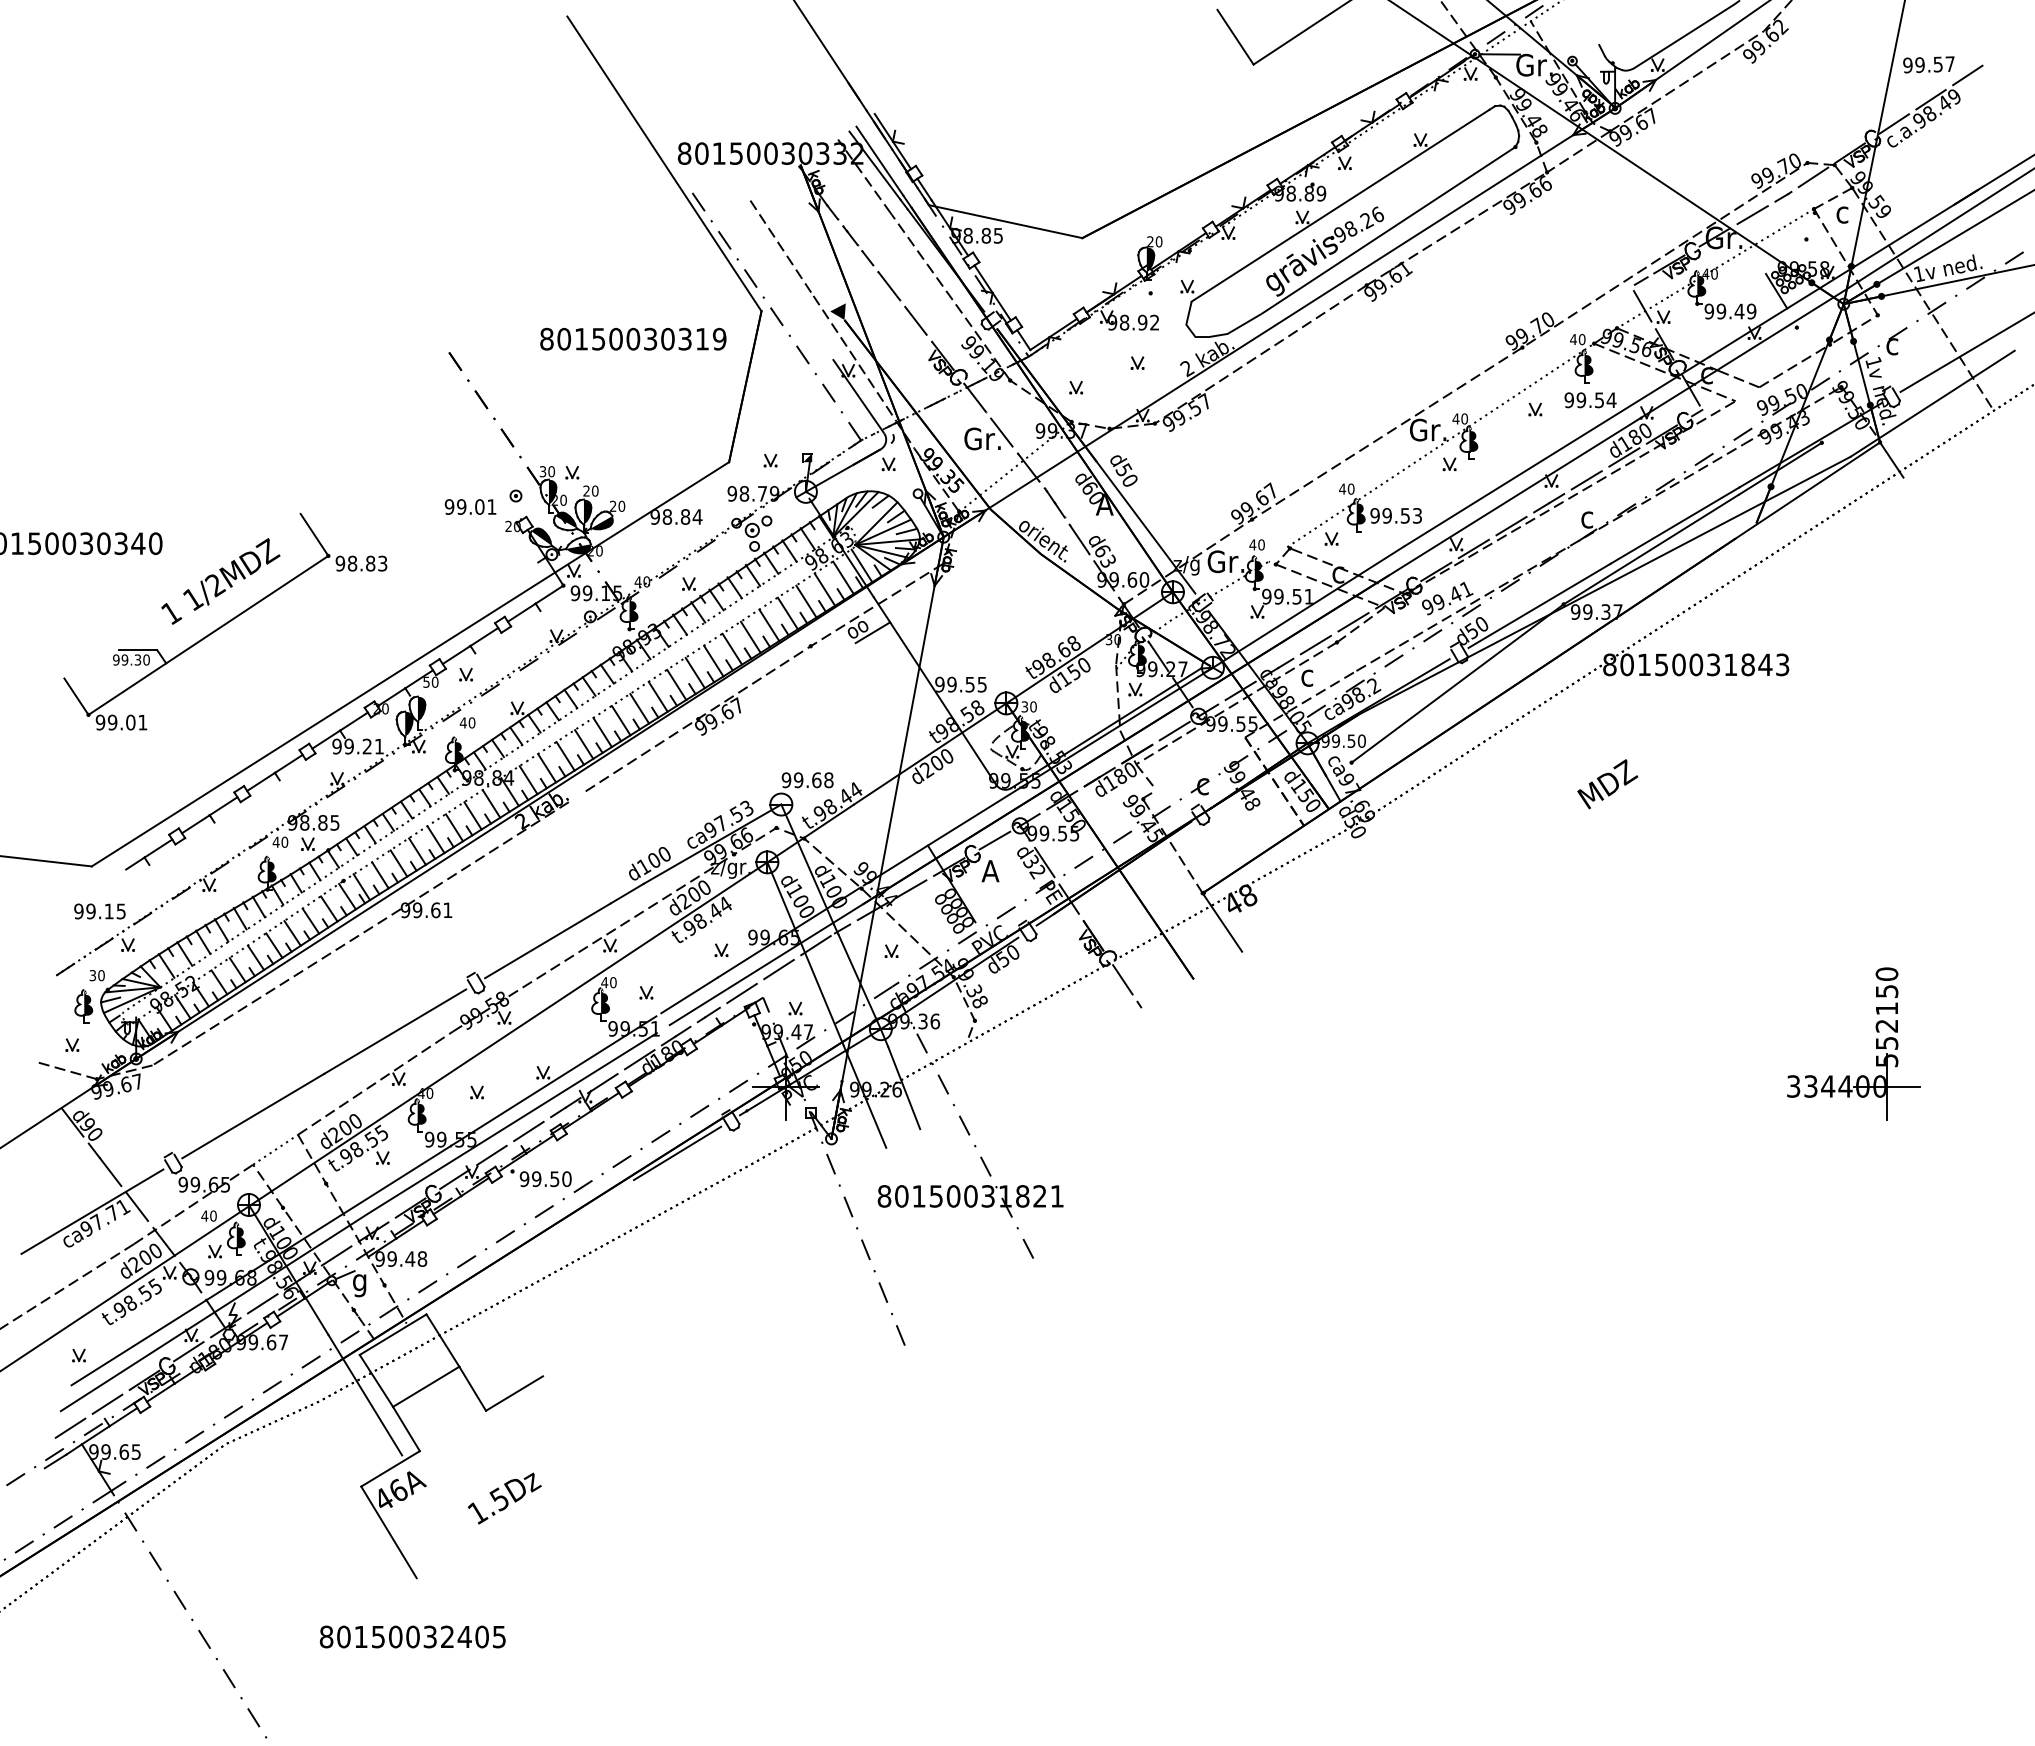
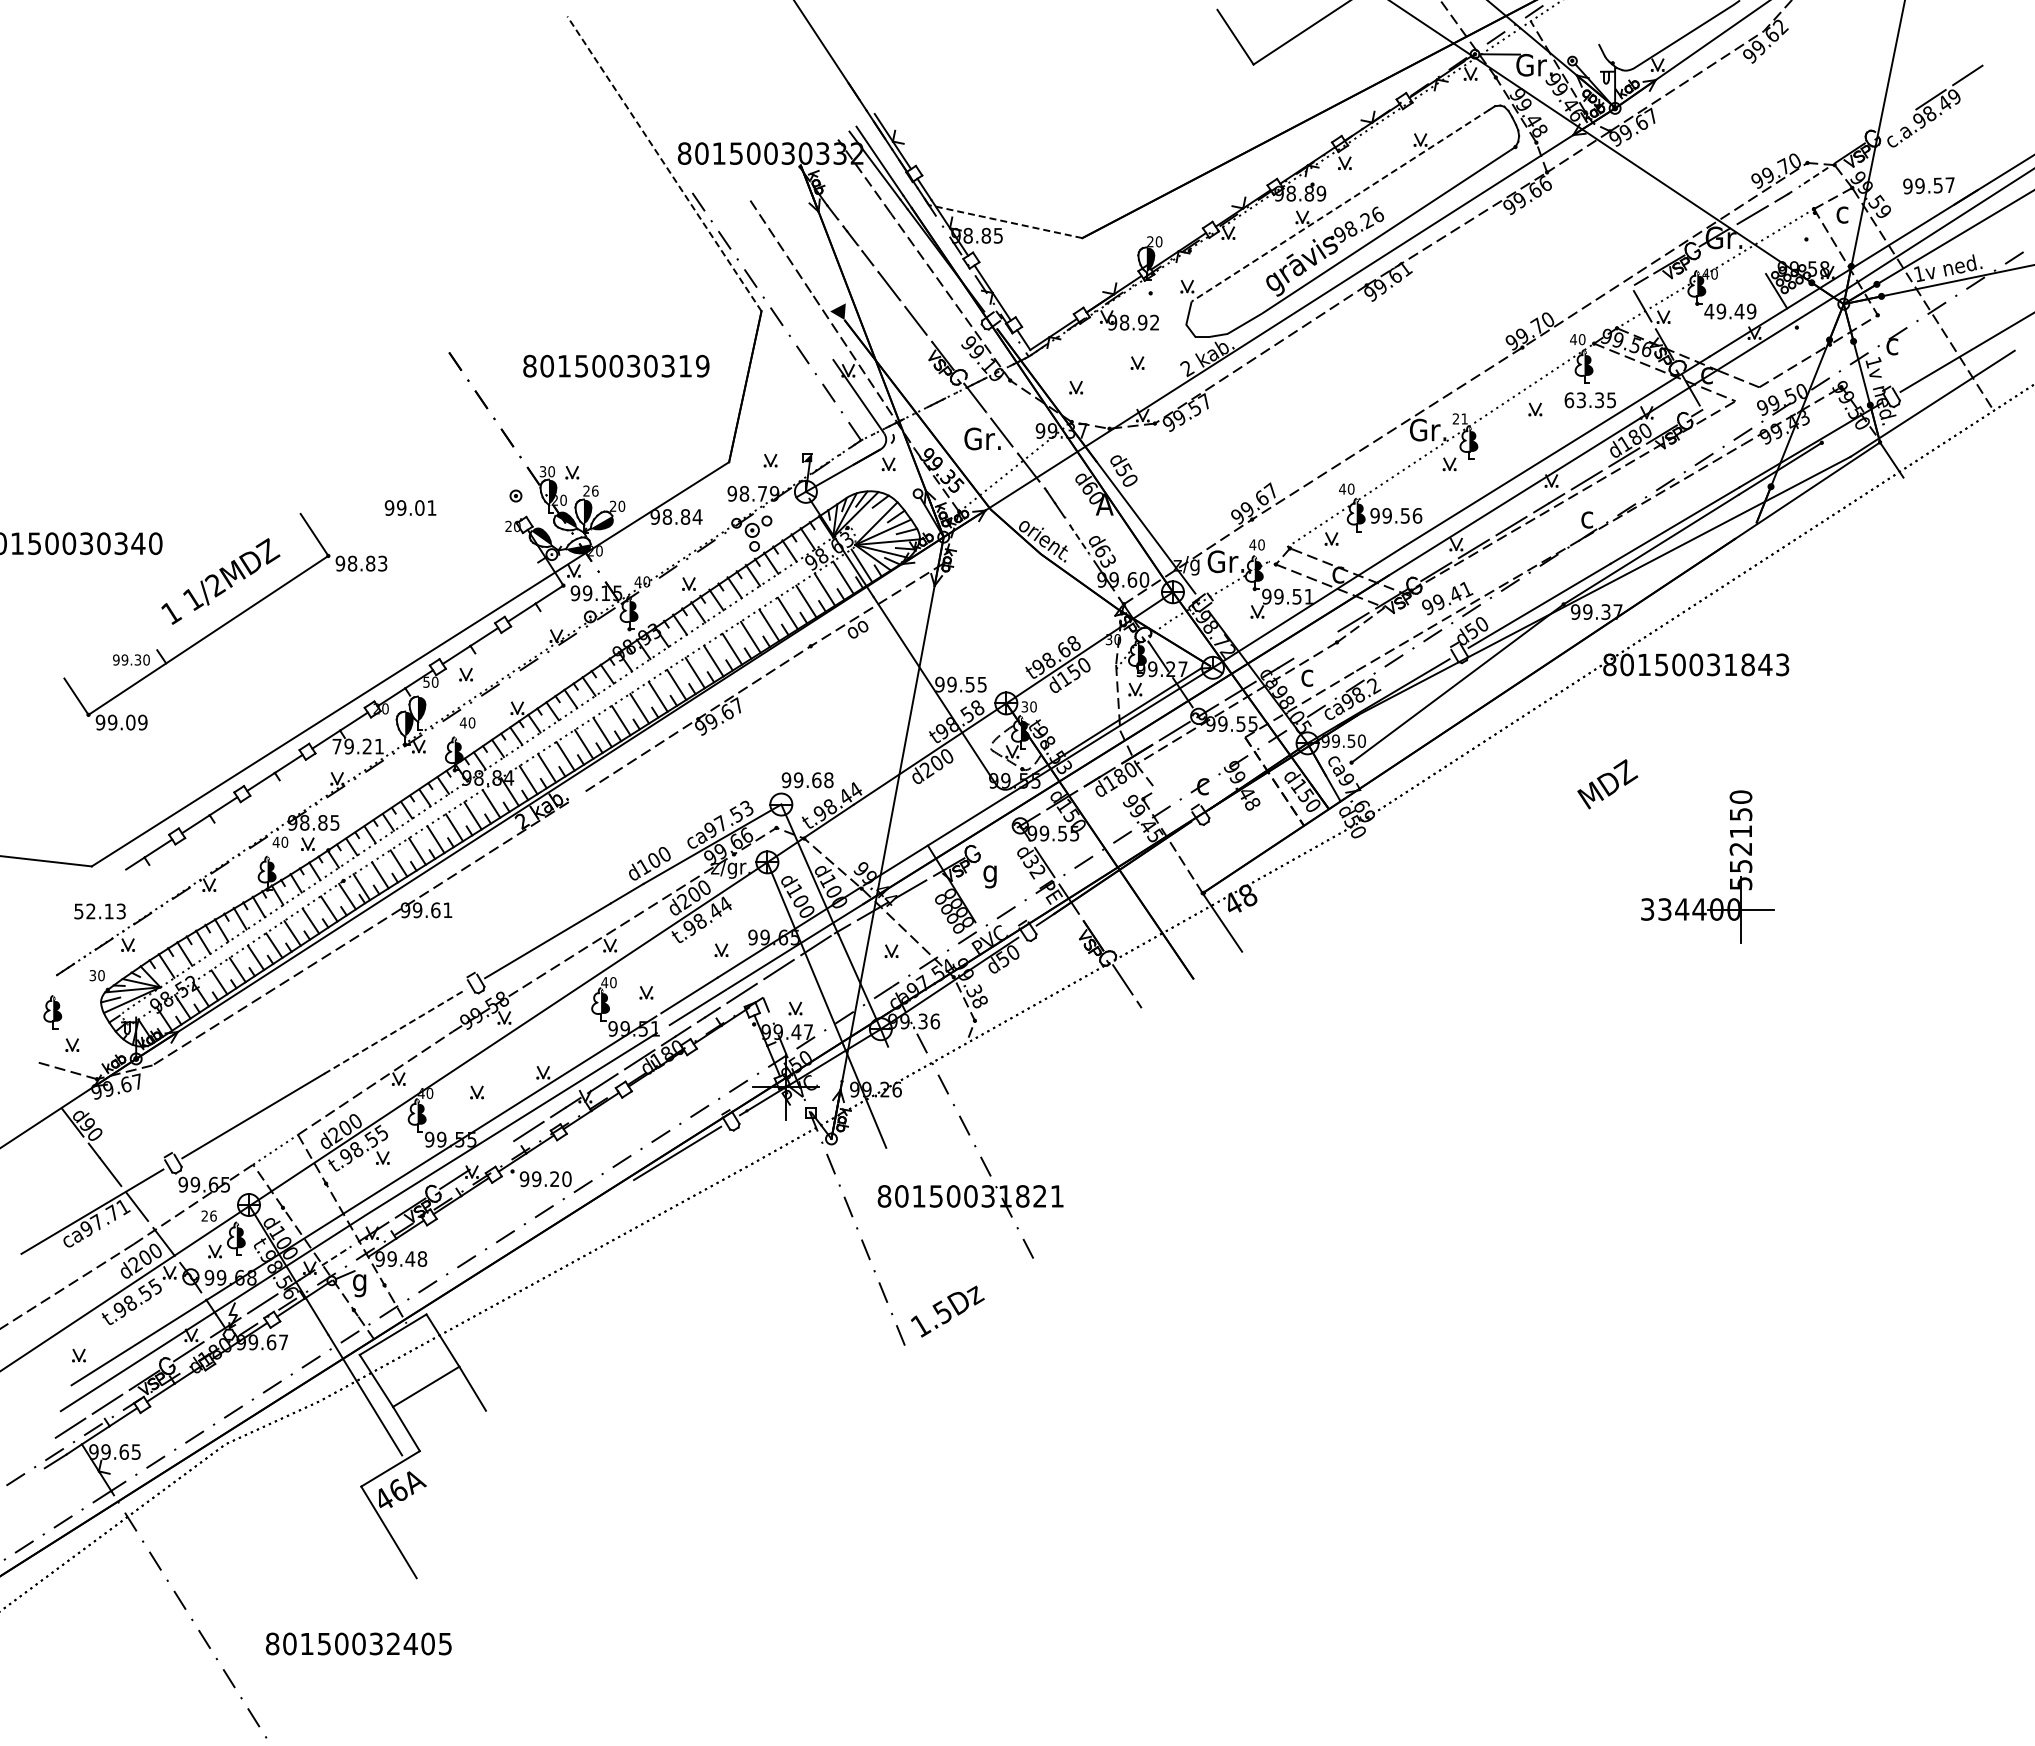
text at (1928, 64) position: (1928, 64) -> (1928, 185)
line at (1894, 123): present -> none
line at (664, 163): solid -> dashed
line at (1813, 177): solid -> dashed
line at (1340, 205): solid -> dashed
line at (1005, 221): solid -> dashed
text at (1709, 311): 99.49 -> 49.49
text at (633, 338) position: (633, 338) -> (616, 365)
text at (1590, 400): 99.54 -> 63.35
text at (1460, 418): 40 -> 21
text at (595, 490): 20 -> 26
text at (470, 506) position: (470, 506) -> (410, 507)
text at (1417, 515): 99.53 -> 99.56
line at (1079, 539): solid -> dashed
line at (872, 632): present -> none
line at (1315, 644): present -> none
line at (137, 650): present -> none
text at (142, 722): 99.01 -> 99.09
text at (336, 746): 99.21 -> 79.21
line at (994, 840): present -> none
text at (990, 874): A -> g
text at (99, 911): 99.15 -> 52.13
part at (83, 1006) position: (83, 1006) -> (52, 1012)
line at (395, 1031): solid -> dashed
part at (1876, 1043) position: (1876, 1043) -> (1730, 866)
line at (904, 1087): present -> none
line at (491, 1155): present -> none
text at (554, 1179): 99.50 -> 99.20
text at (208, 1215): 40 -> 26
line at (336, 1255): solid -> dashed
line at (514, 1393): present -> none
text at (504, 1498) position: (504, 1498) -> (947, 1311)
text at (412, 1636) position: (412, 1636) -> (358, 1643)
